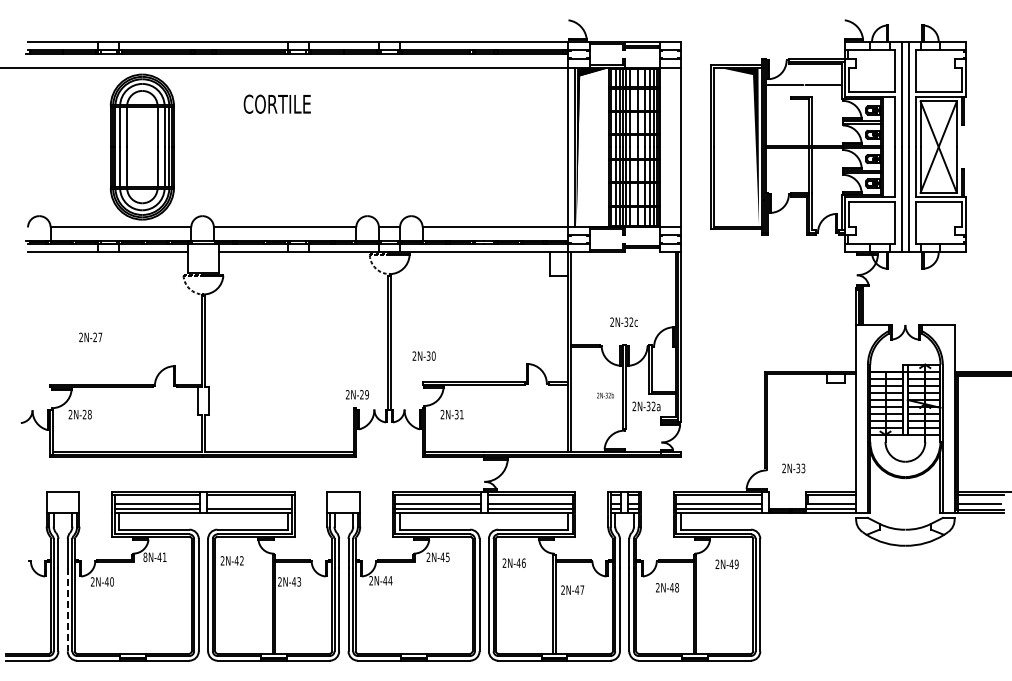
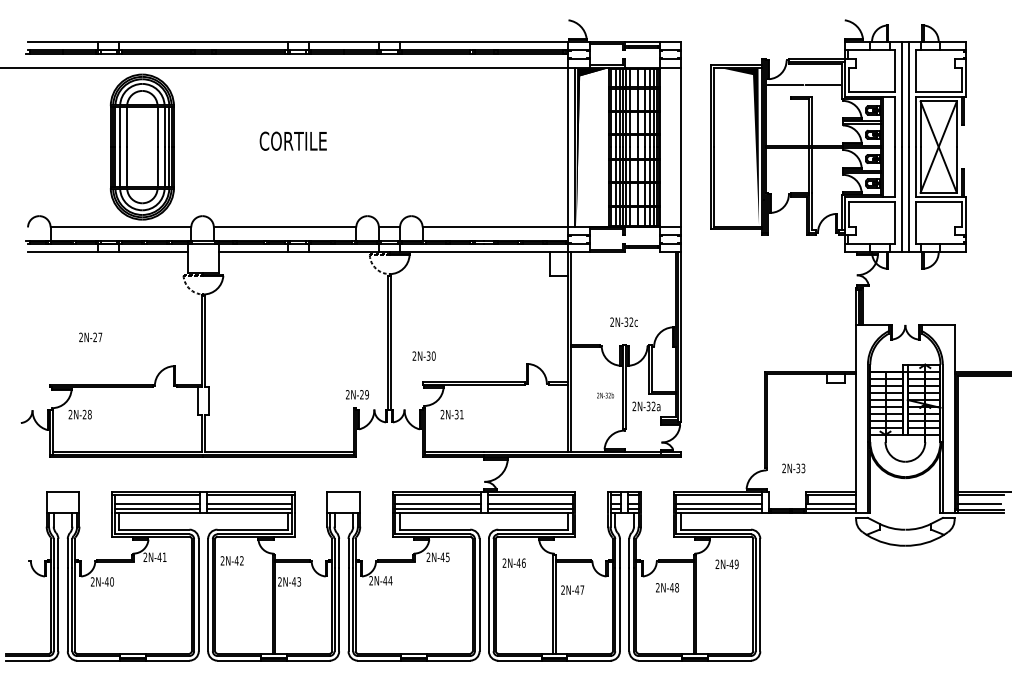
text at (276, 103) position: (276, 103) -> (292, 140)
line at (249, 503): none -> present
text at (145, 557): 8N-41 -> 2N-41
line at (67, 609): dashed -> solid
